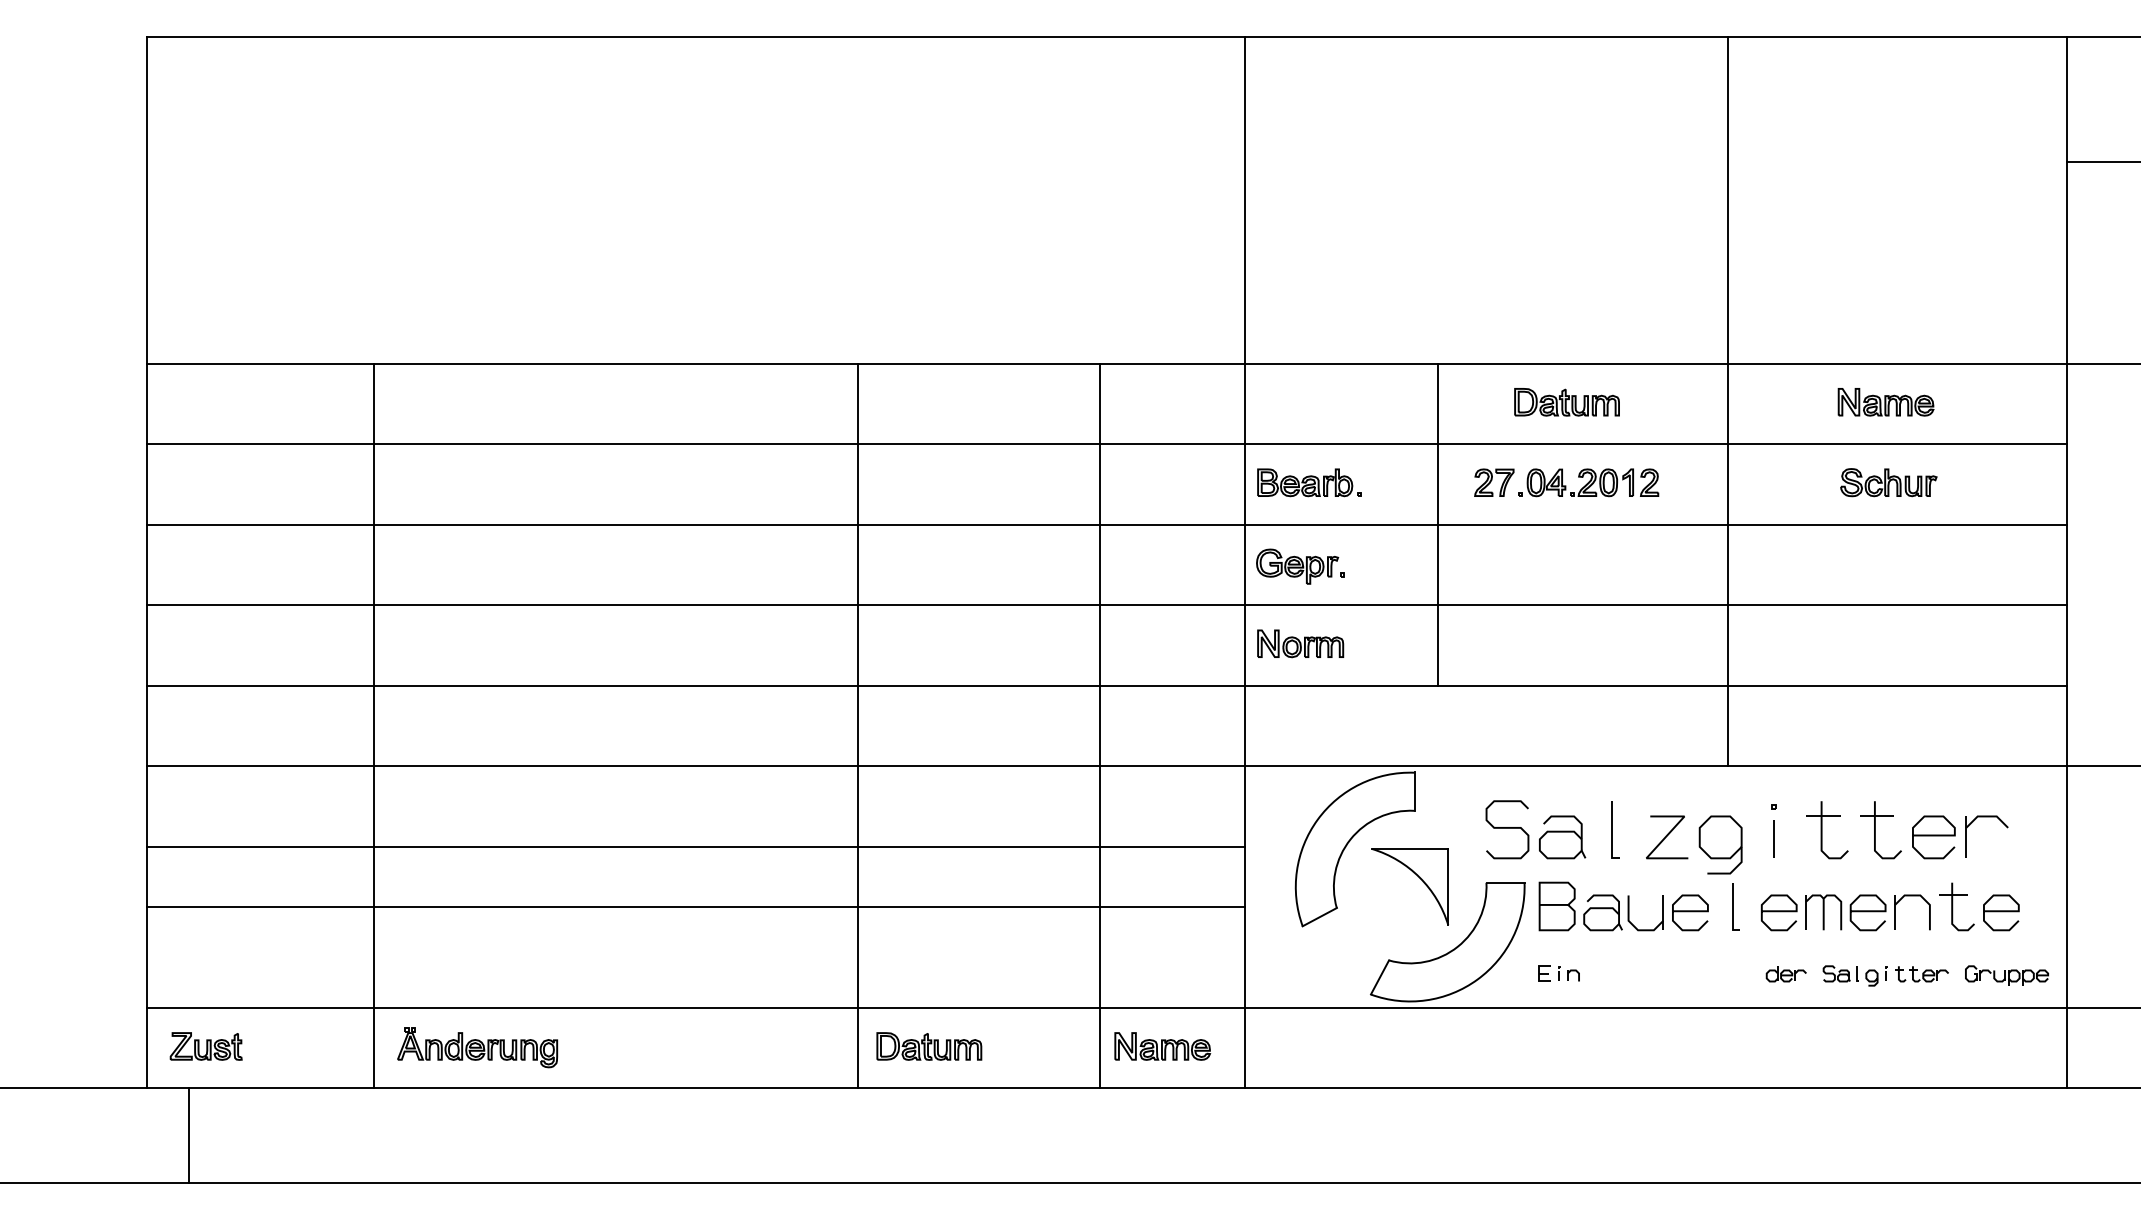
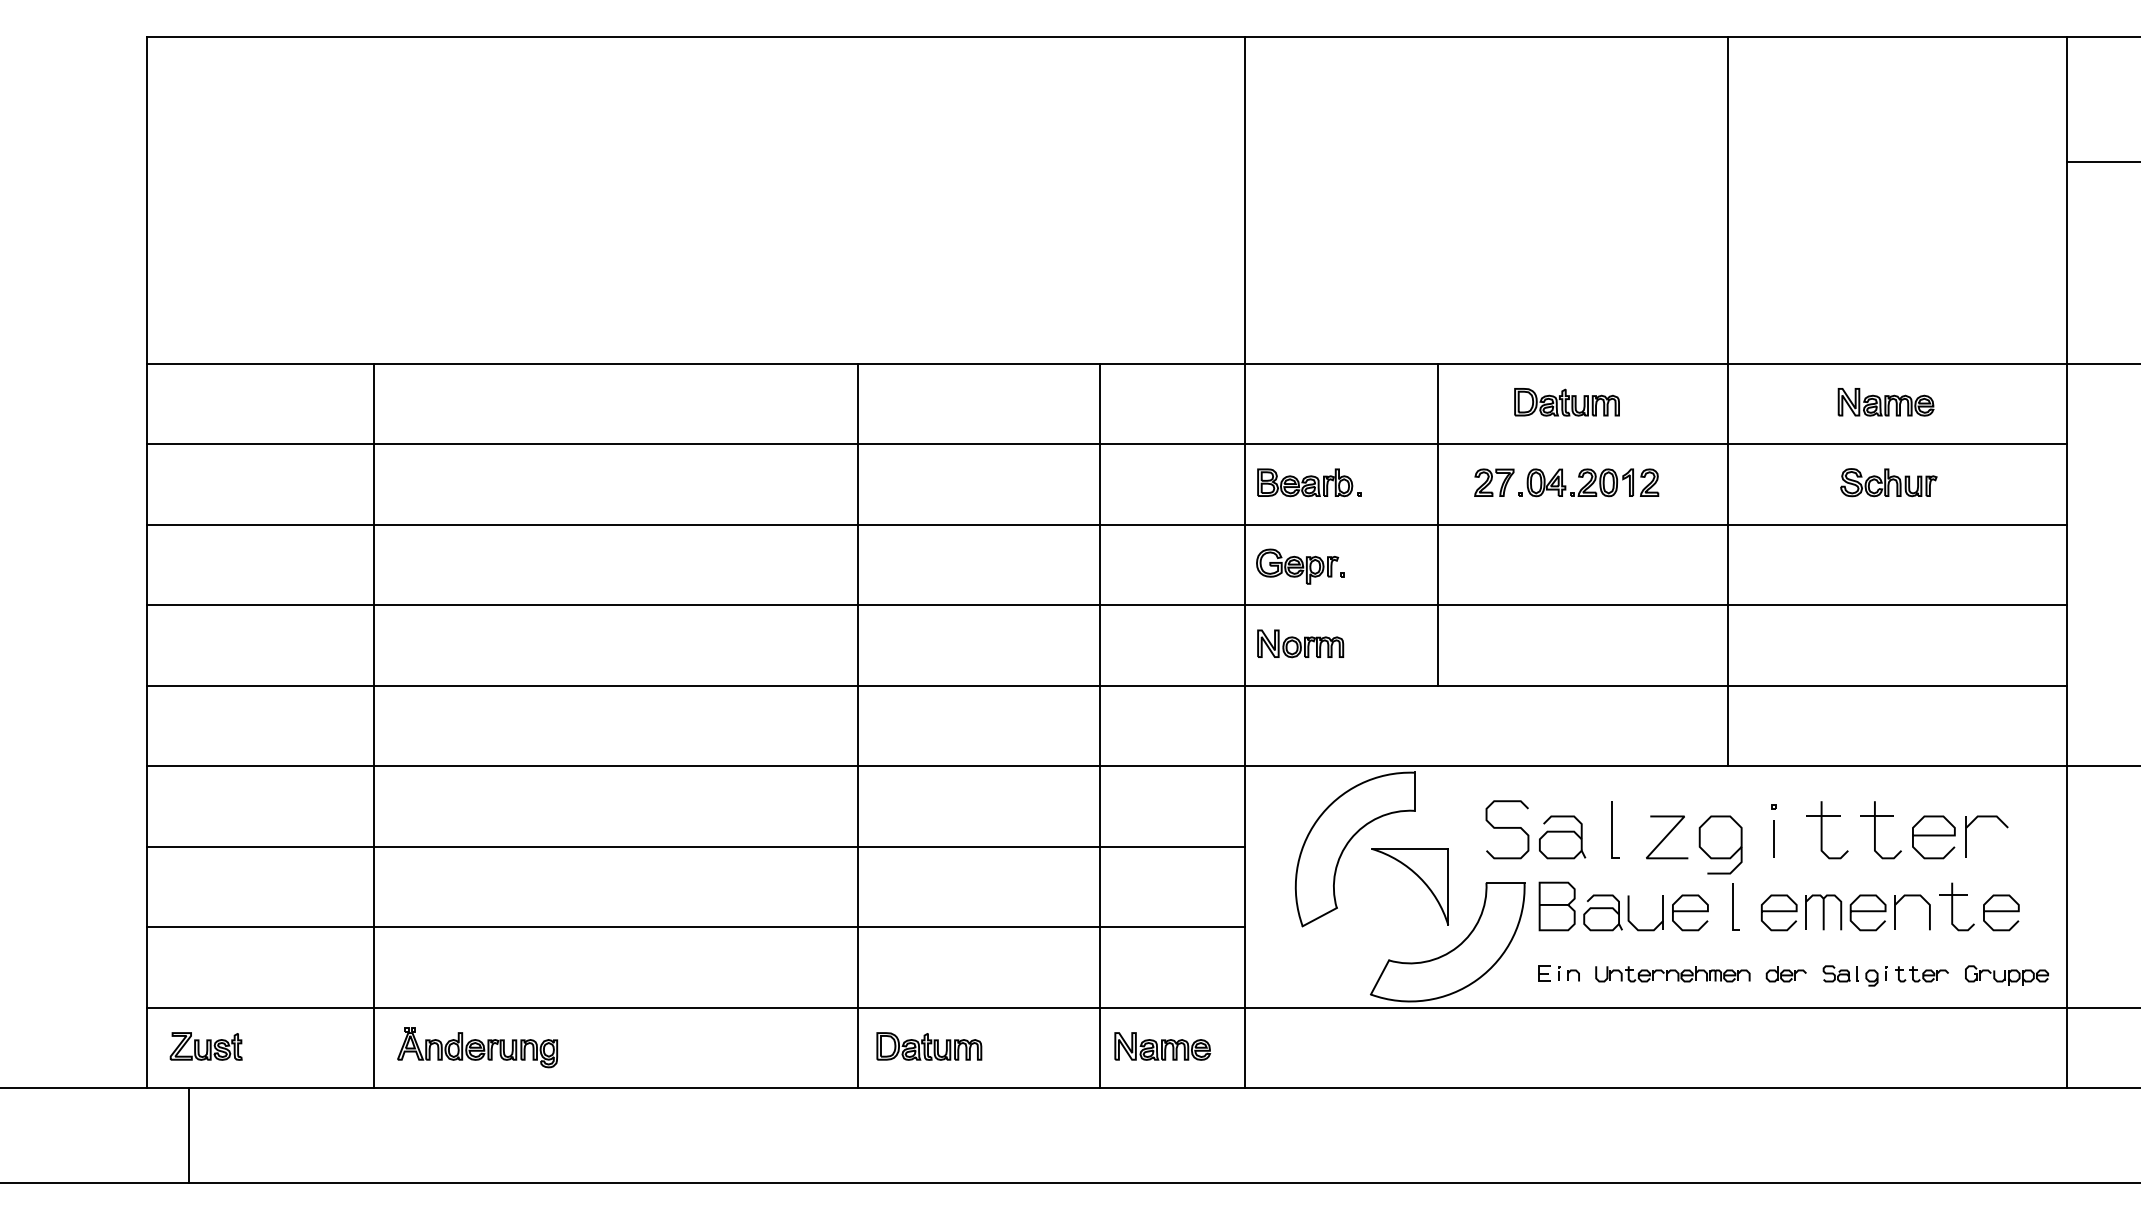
line at (695, 907) position: (695, 907) -> (695, 927)
part at (1672, 974): none -> present
